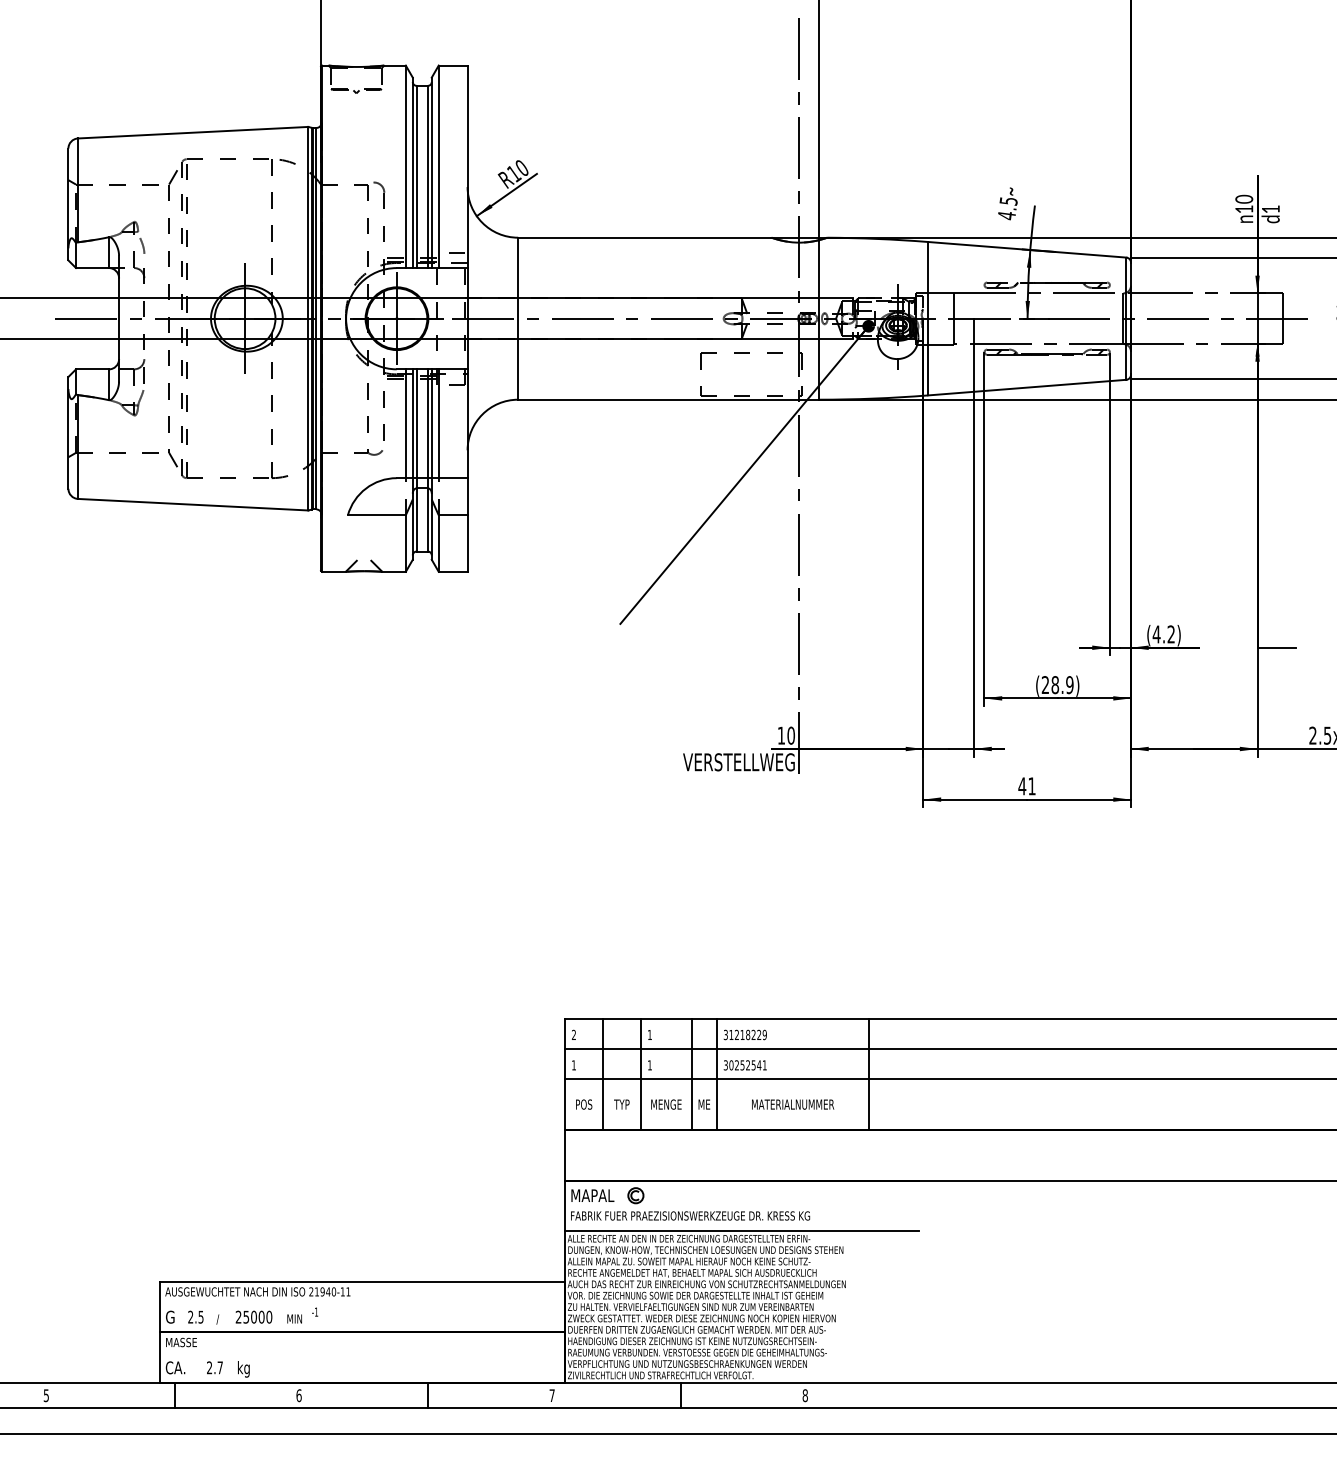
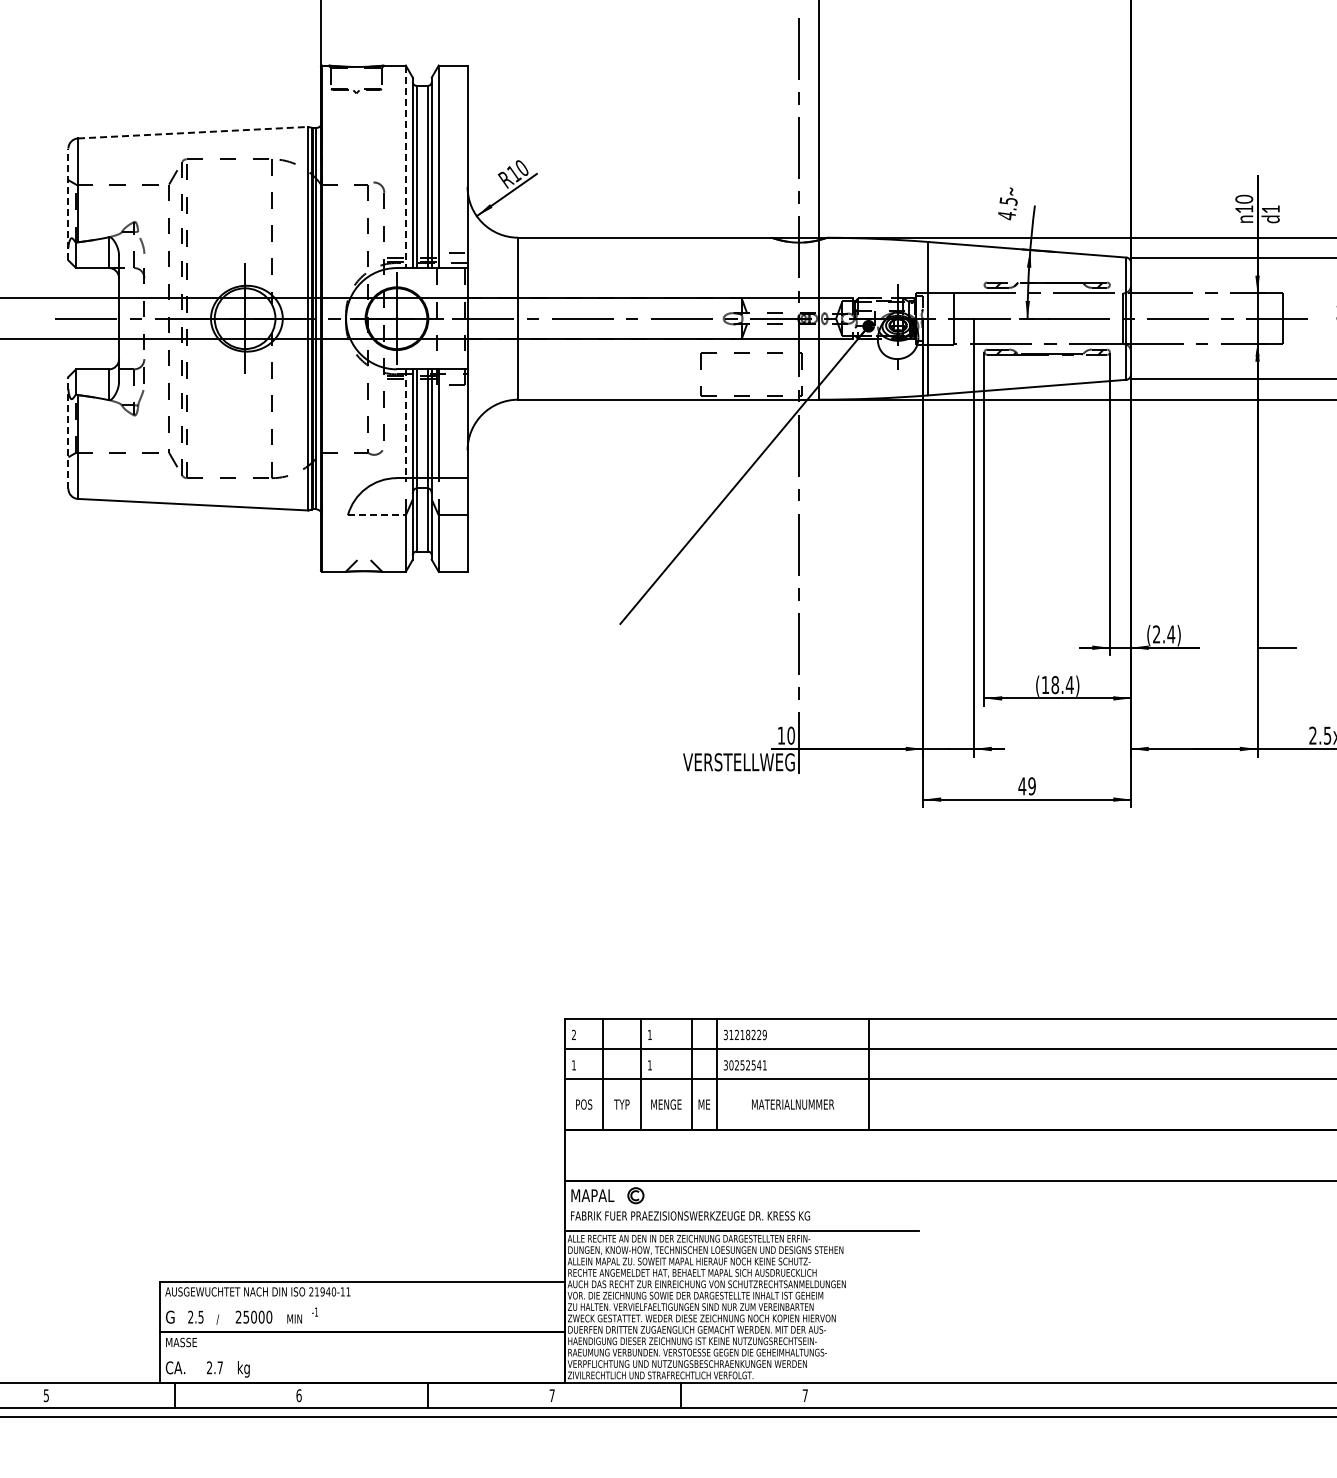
line at (193, 132): solid -> dashed
line at (405, 167): solid -> dashed
line at (68, 204): solid -> dashed
line at (405, 424): solid -> dashed
line at (68, 432): solid -> dashed
line at (376, 515): solid -> dashed
text at (1163, 634): (4.2) -> (2.4)
text at (1057, 685): (28.9) -> (18.4)
text at (1031, 786): 41 -> 49
text at (804, 1395): 8 -> 7
line at (667, 1433) position: (667, 1433) -> (667, 1416)
